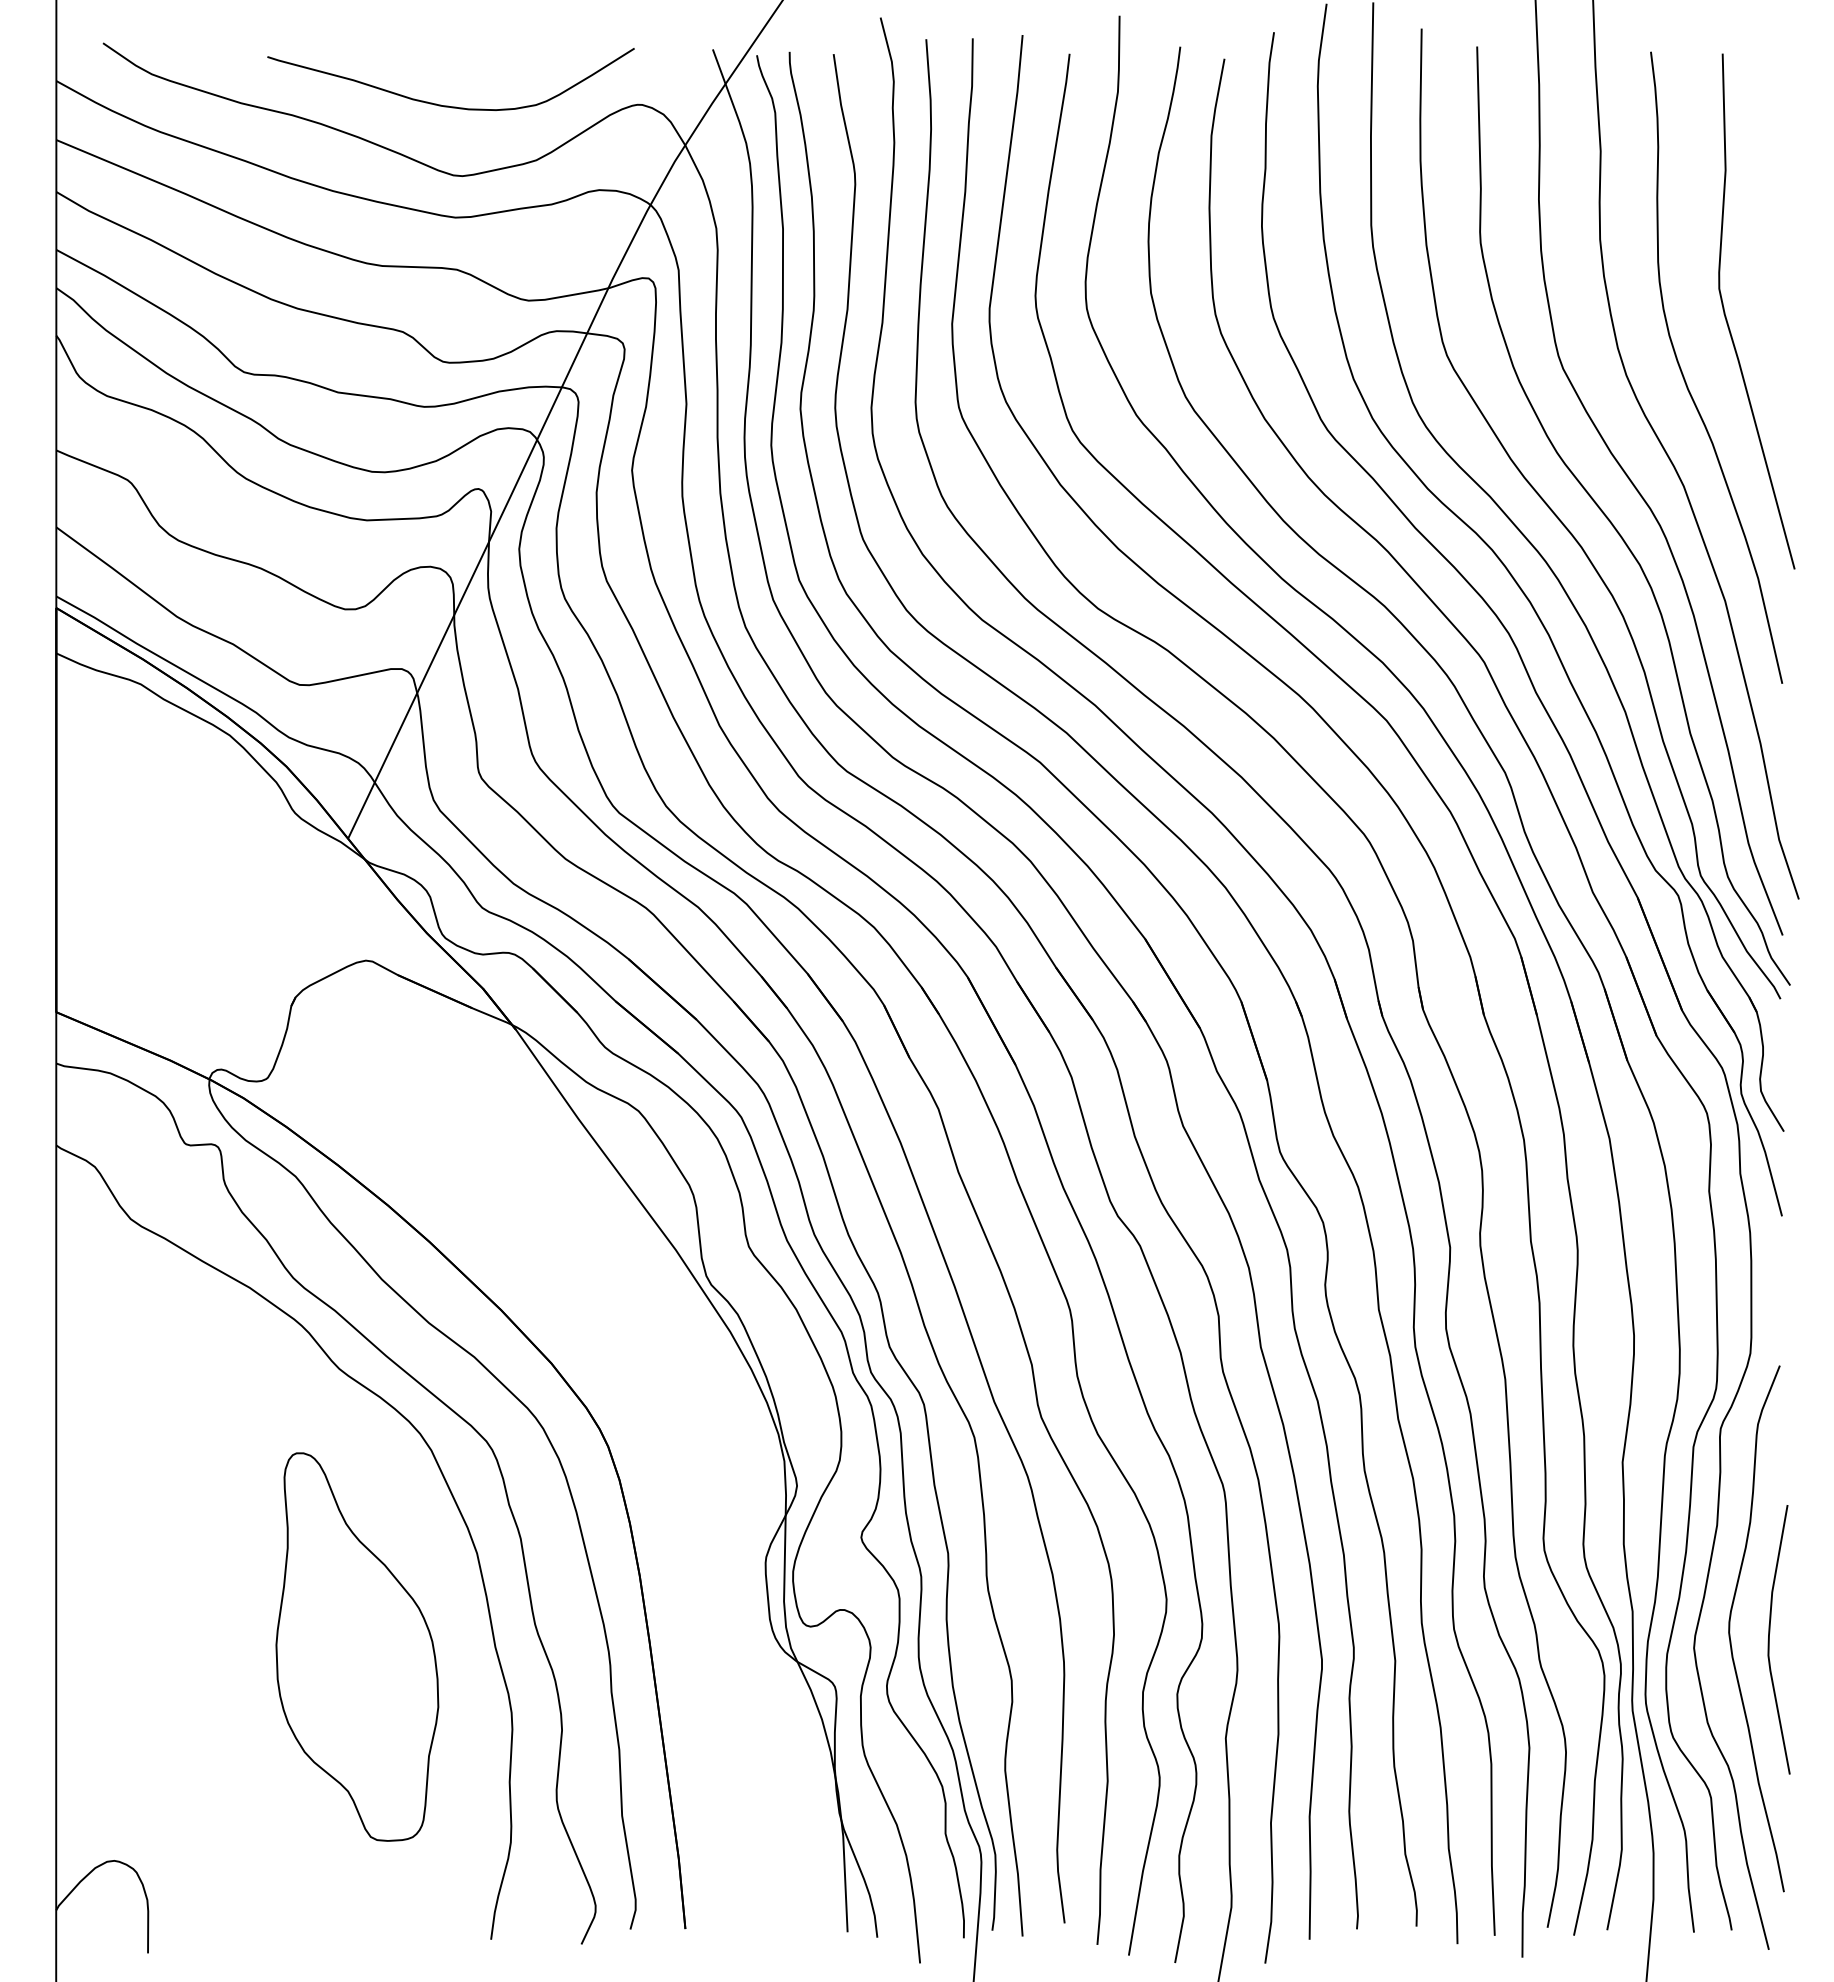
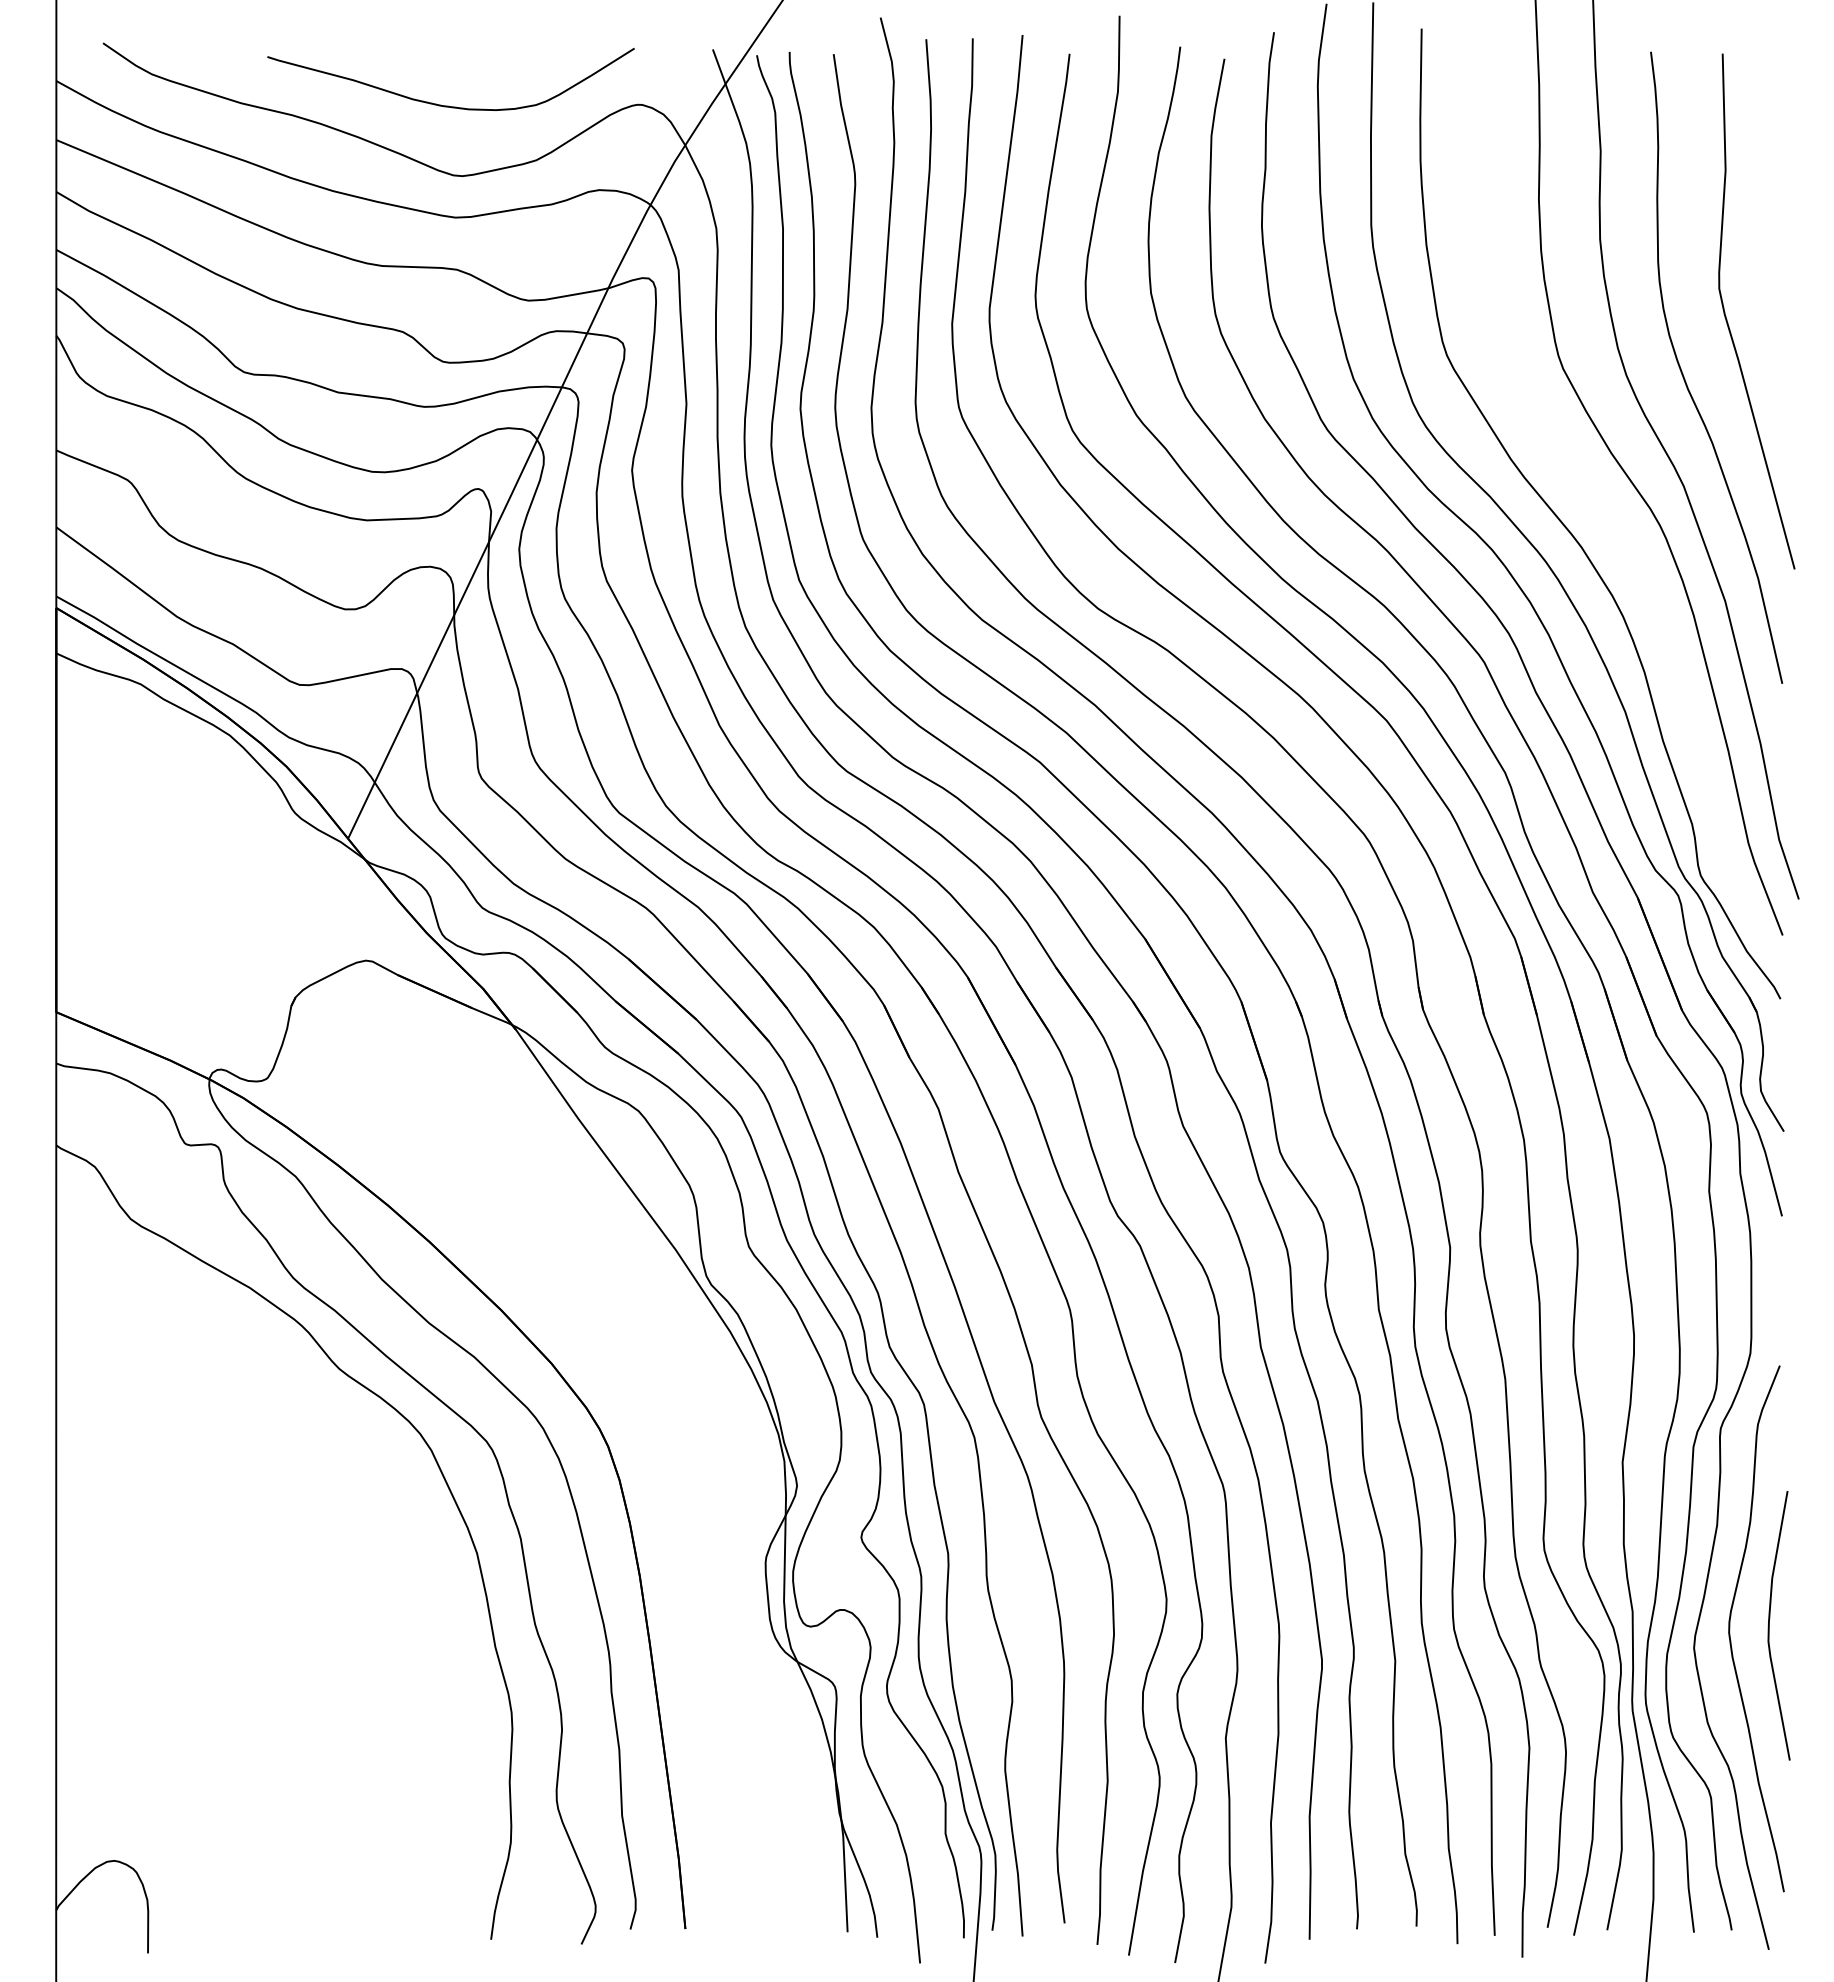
curve at (1617, 529): present -> none
curve at (1769, 1639) position: (1769, 1639) -> (1769, 1625)
part at (357, 1646): present -> none
